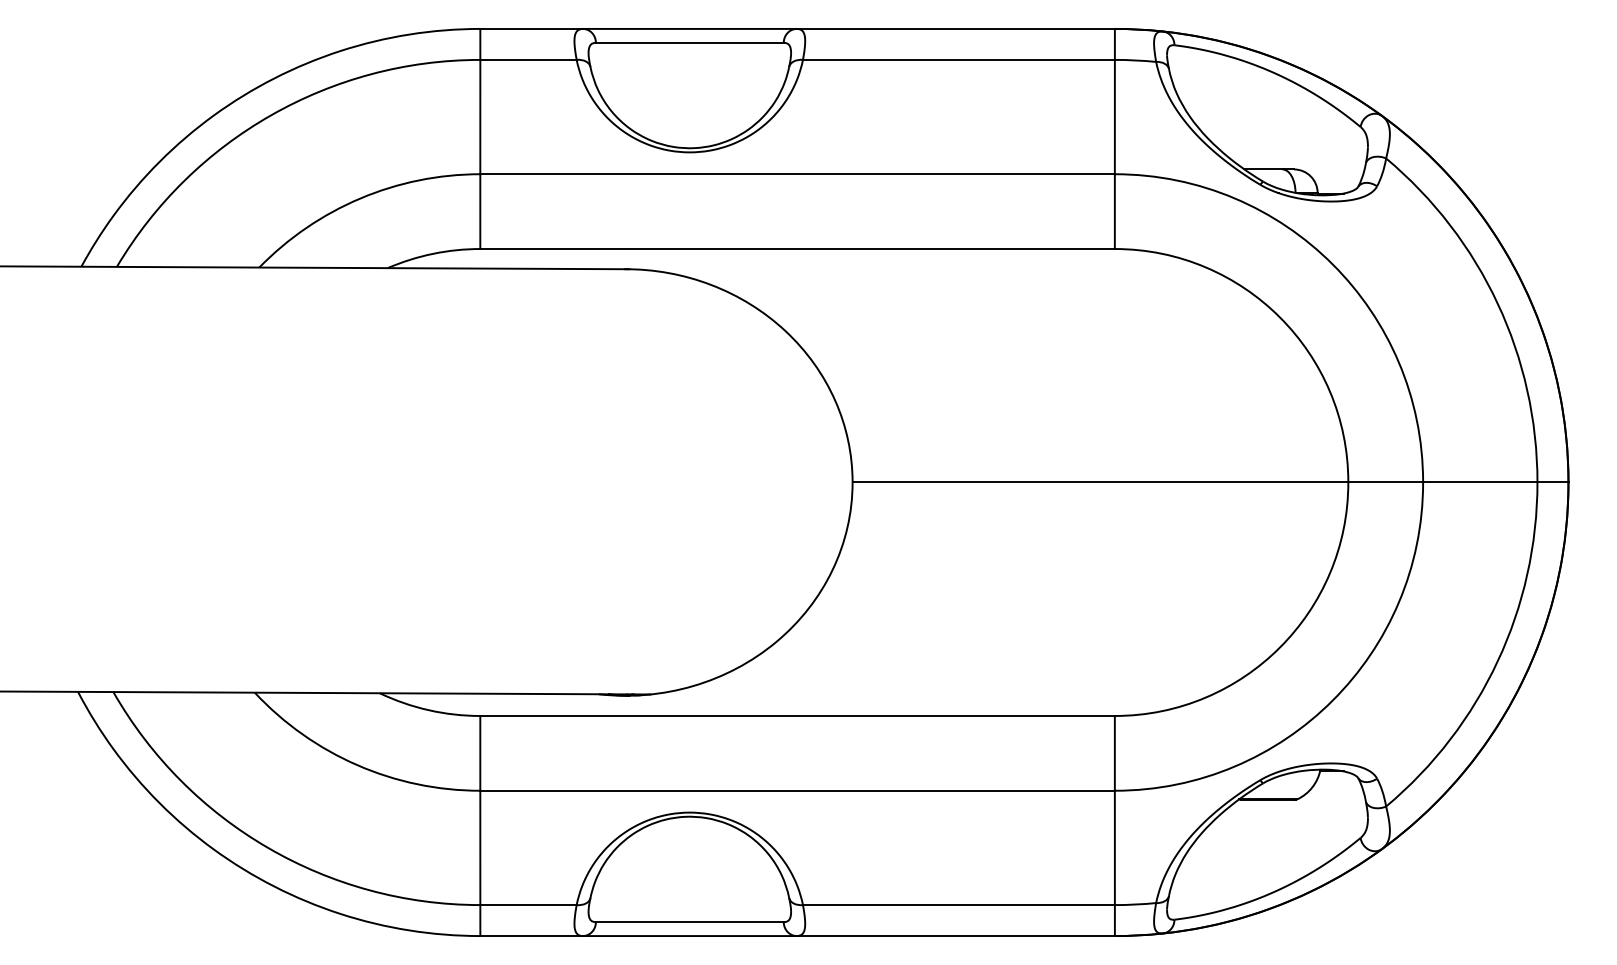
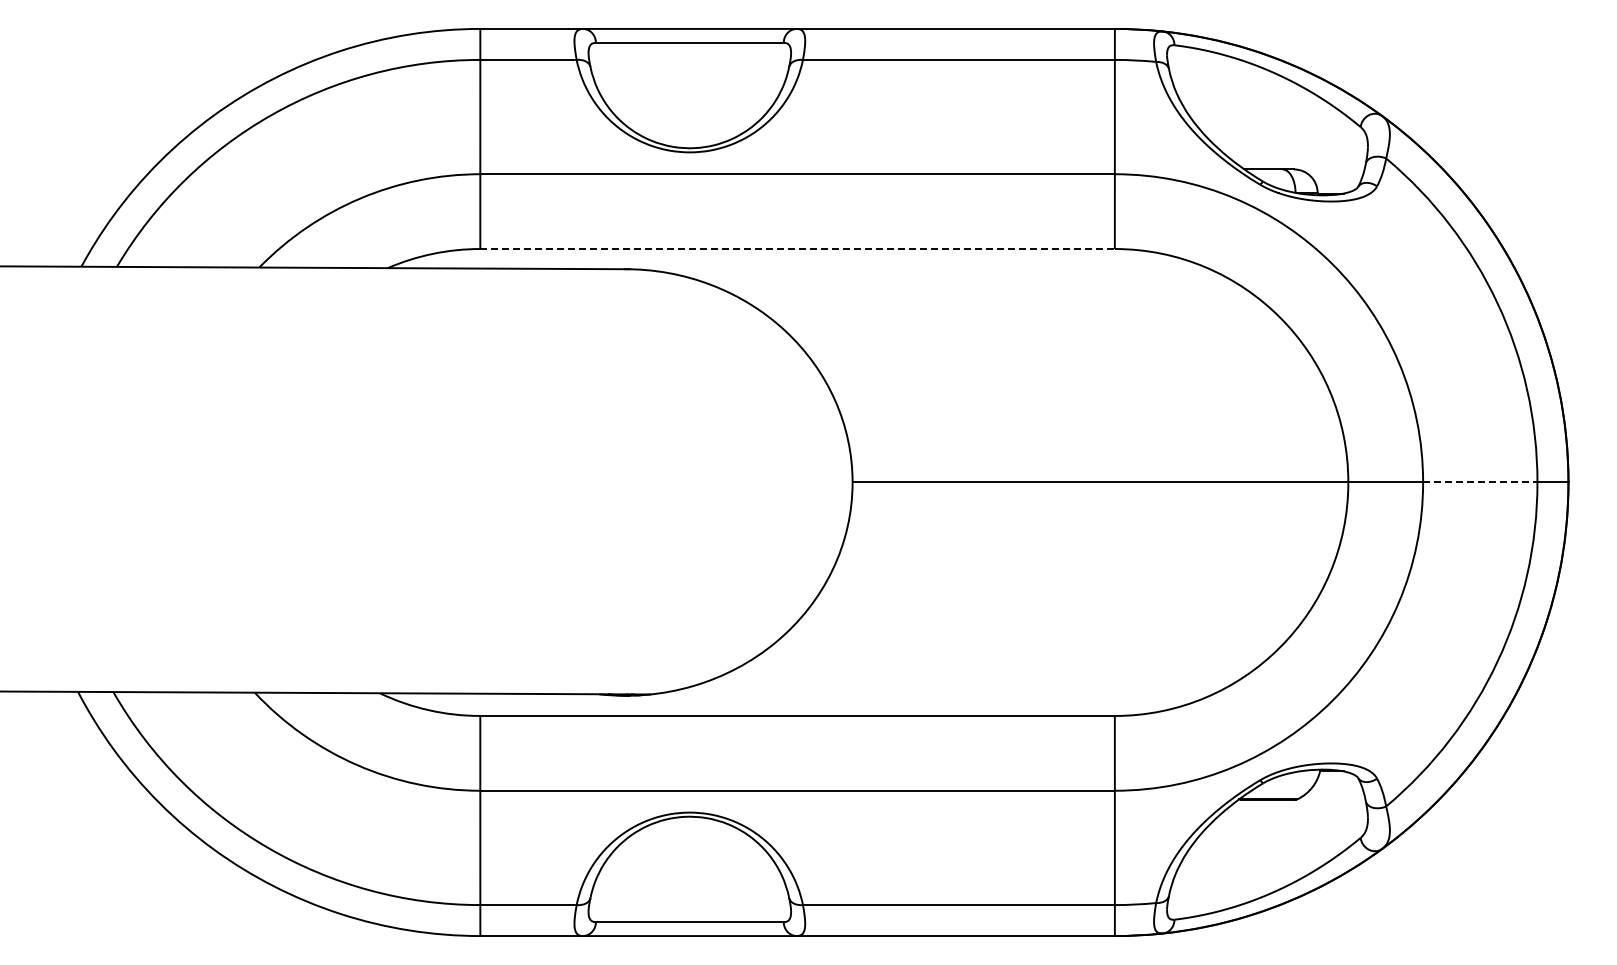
line at (798, 249): solid -> dashed
line at (1480, 482): solid -> dashed
